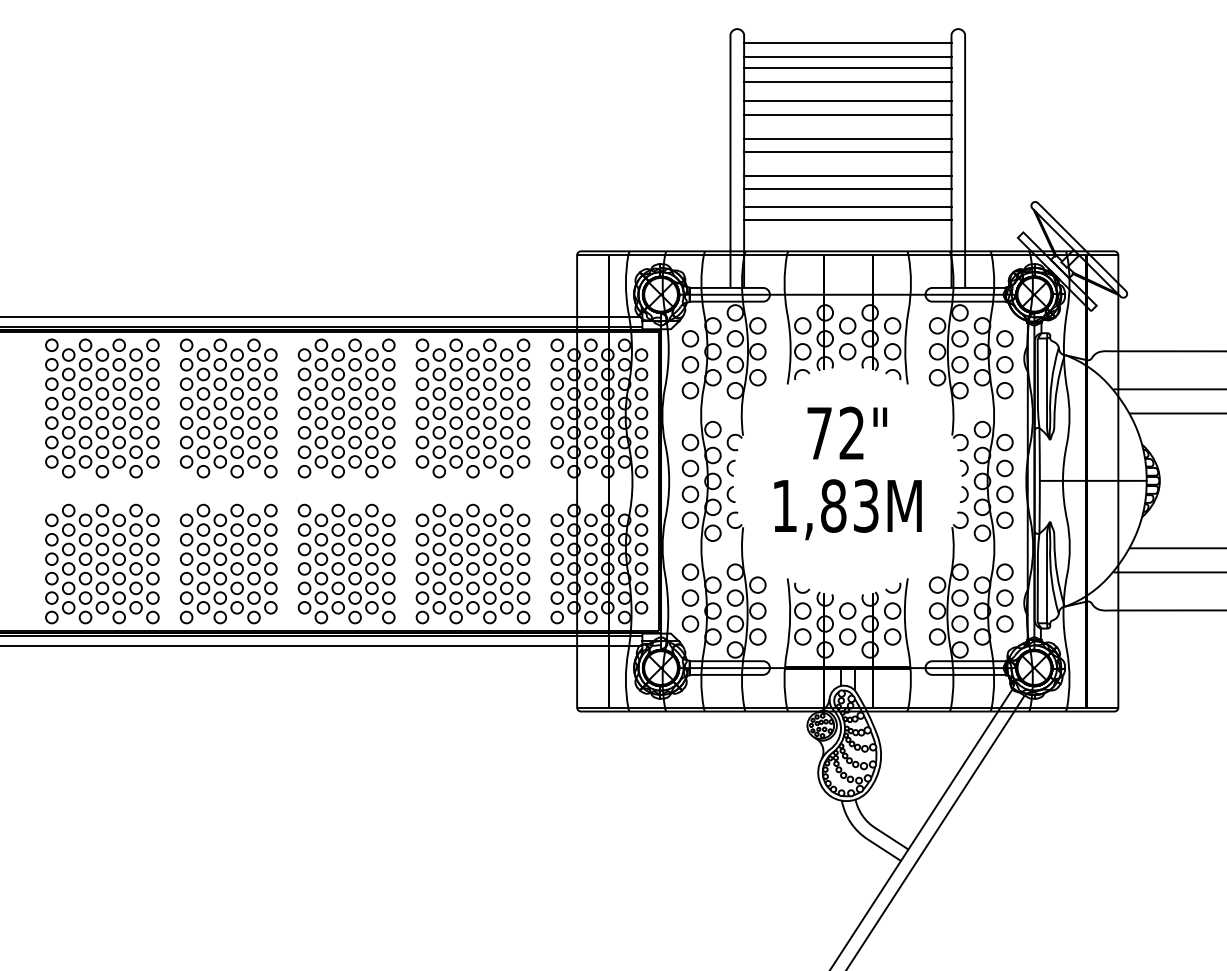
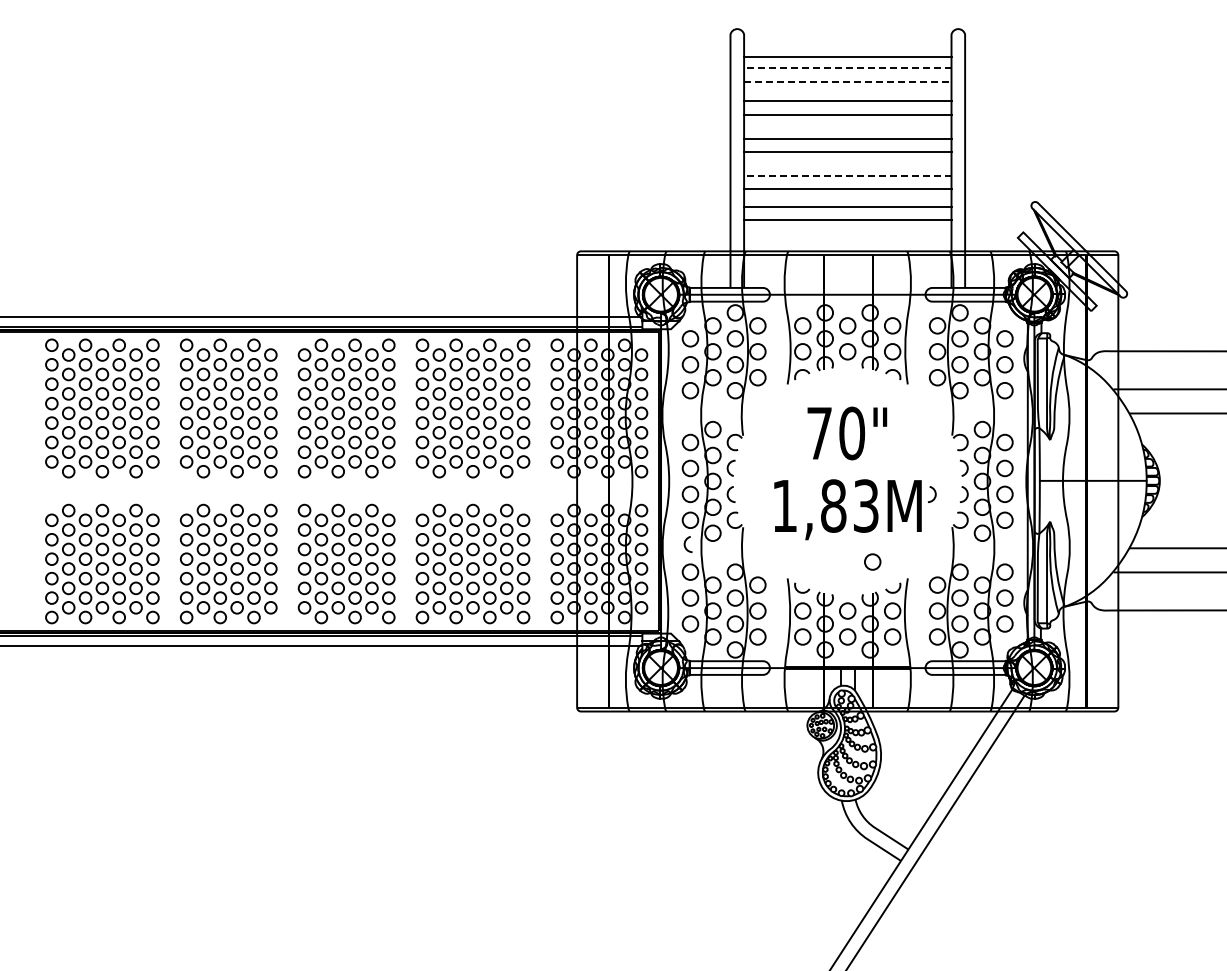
line at (847, 42): present -> none
line at (847, 68): solid -> dashed
line at (847, 81): solid -> dashed
line at (847, 175): solid -> dashed
text at (852, 433): 72" -> 70"
arc at (934, 494): none -> present
arc at (685, 544): none -> present
circle at (872, 561): none -> present
